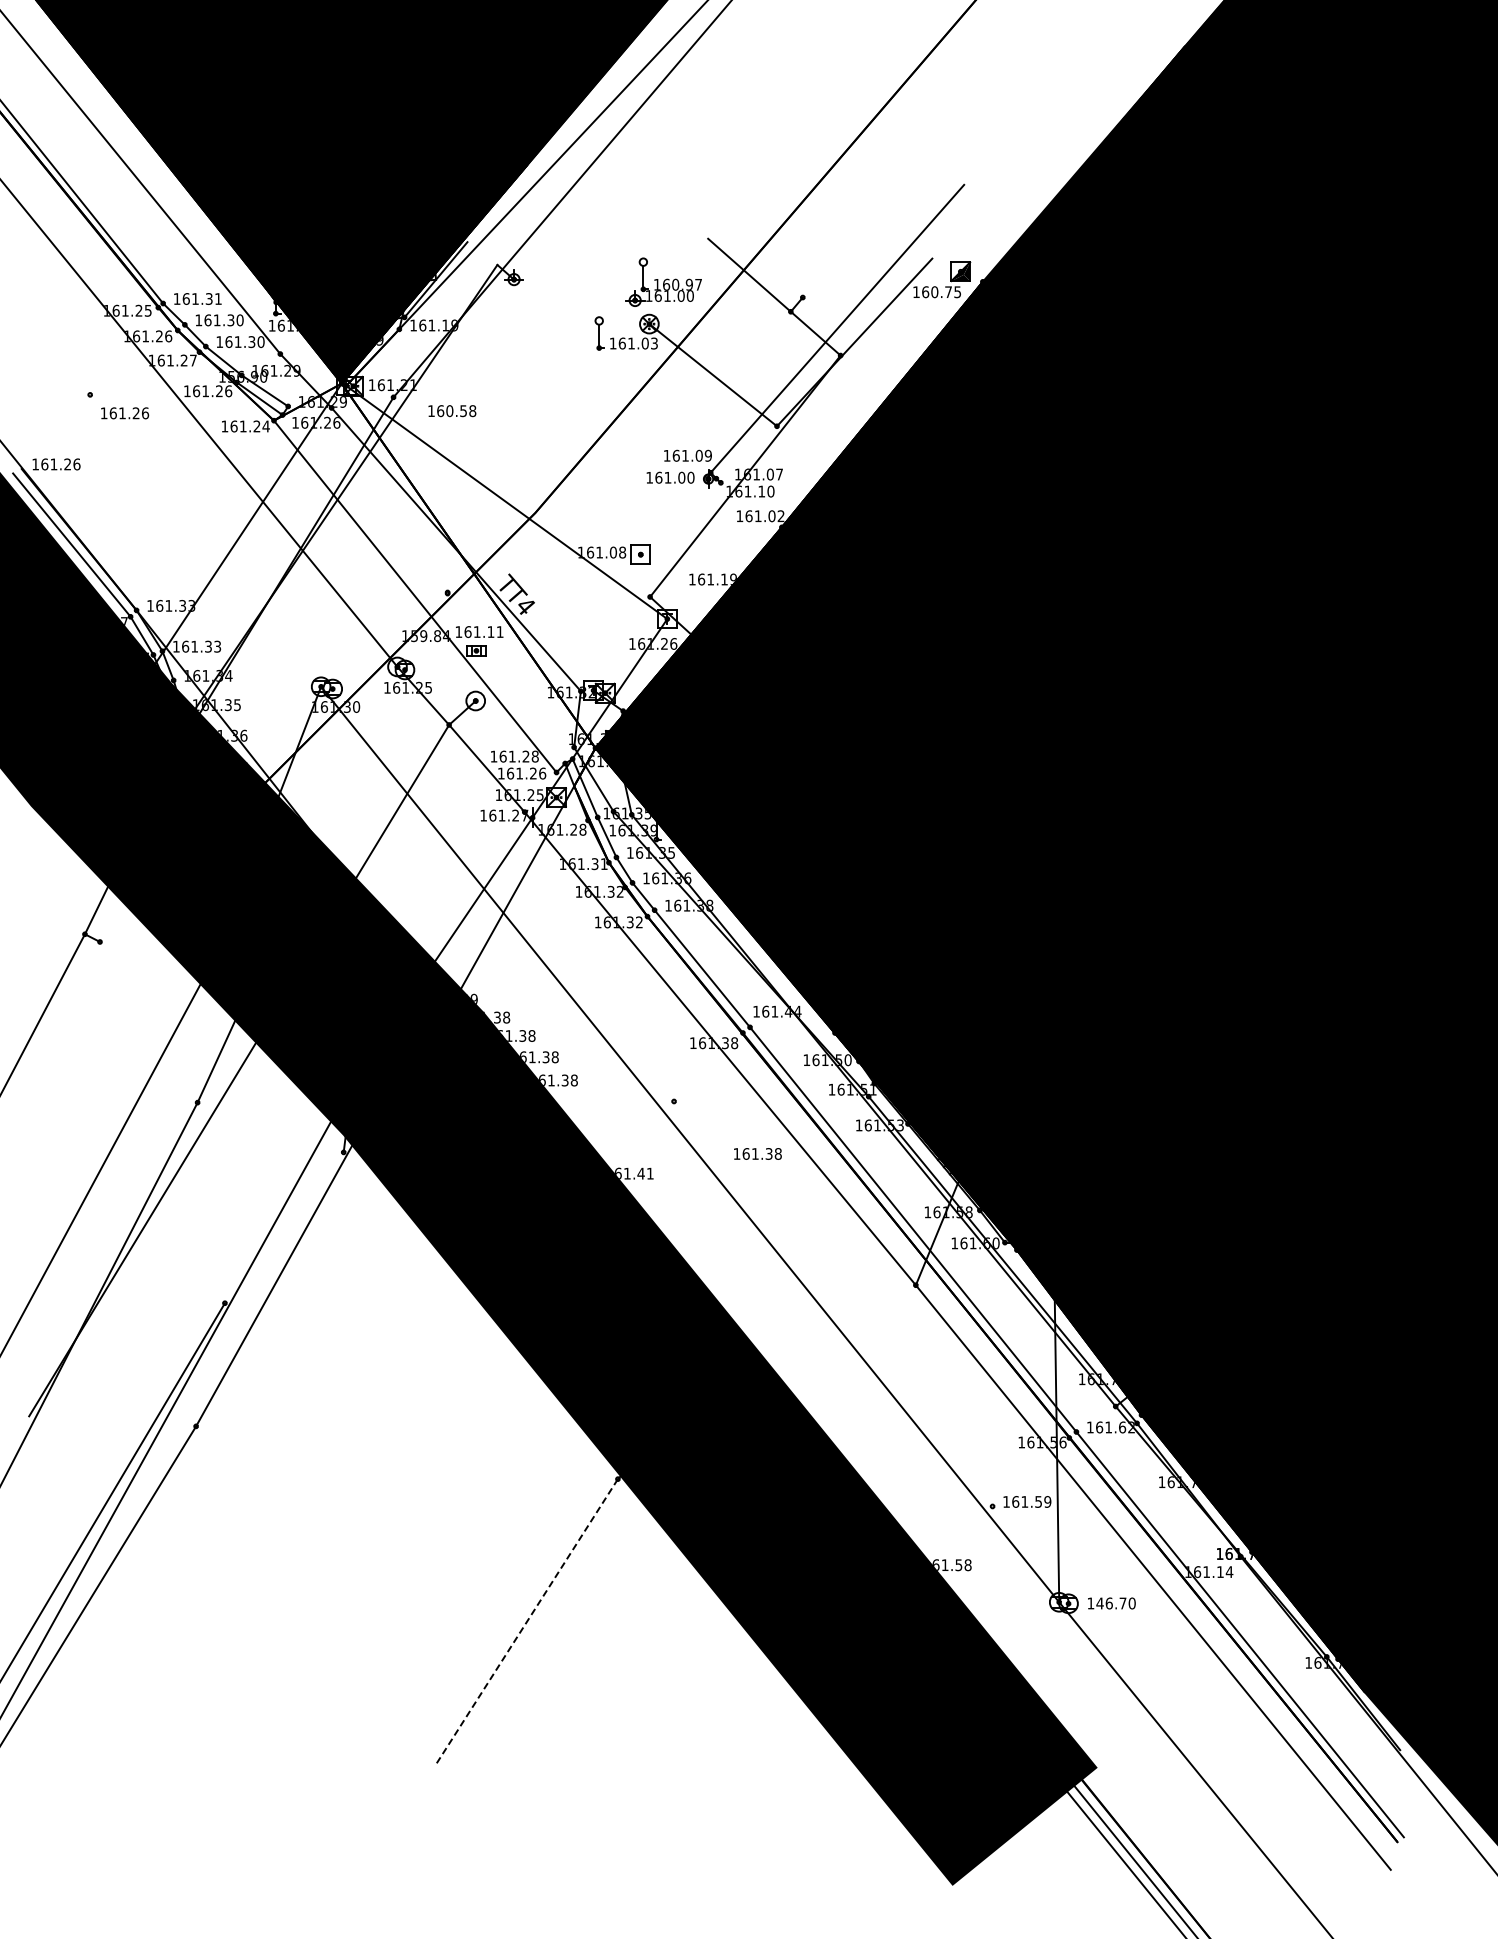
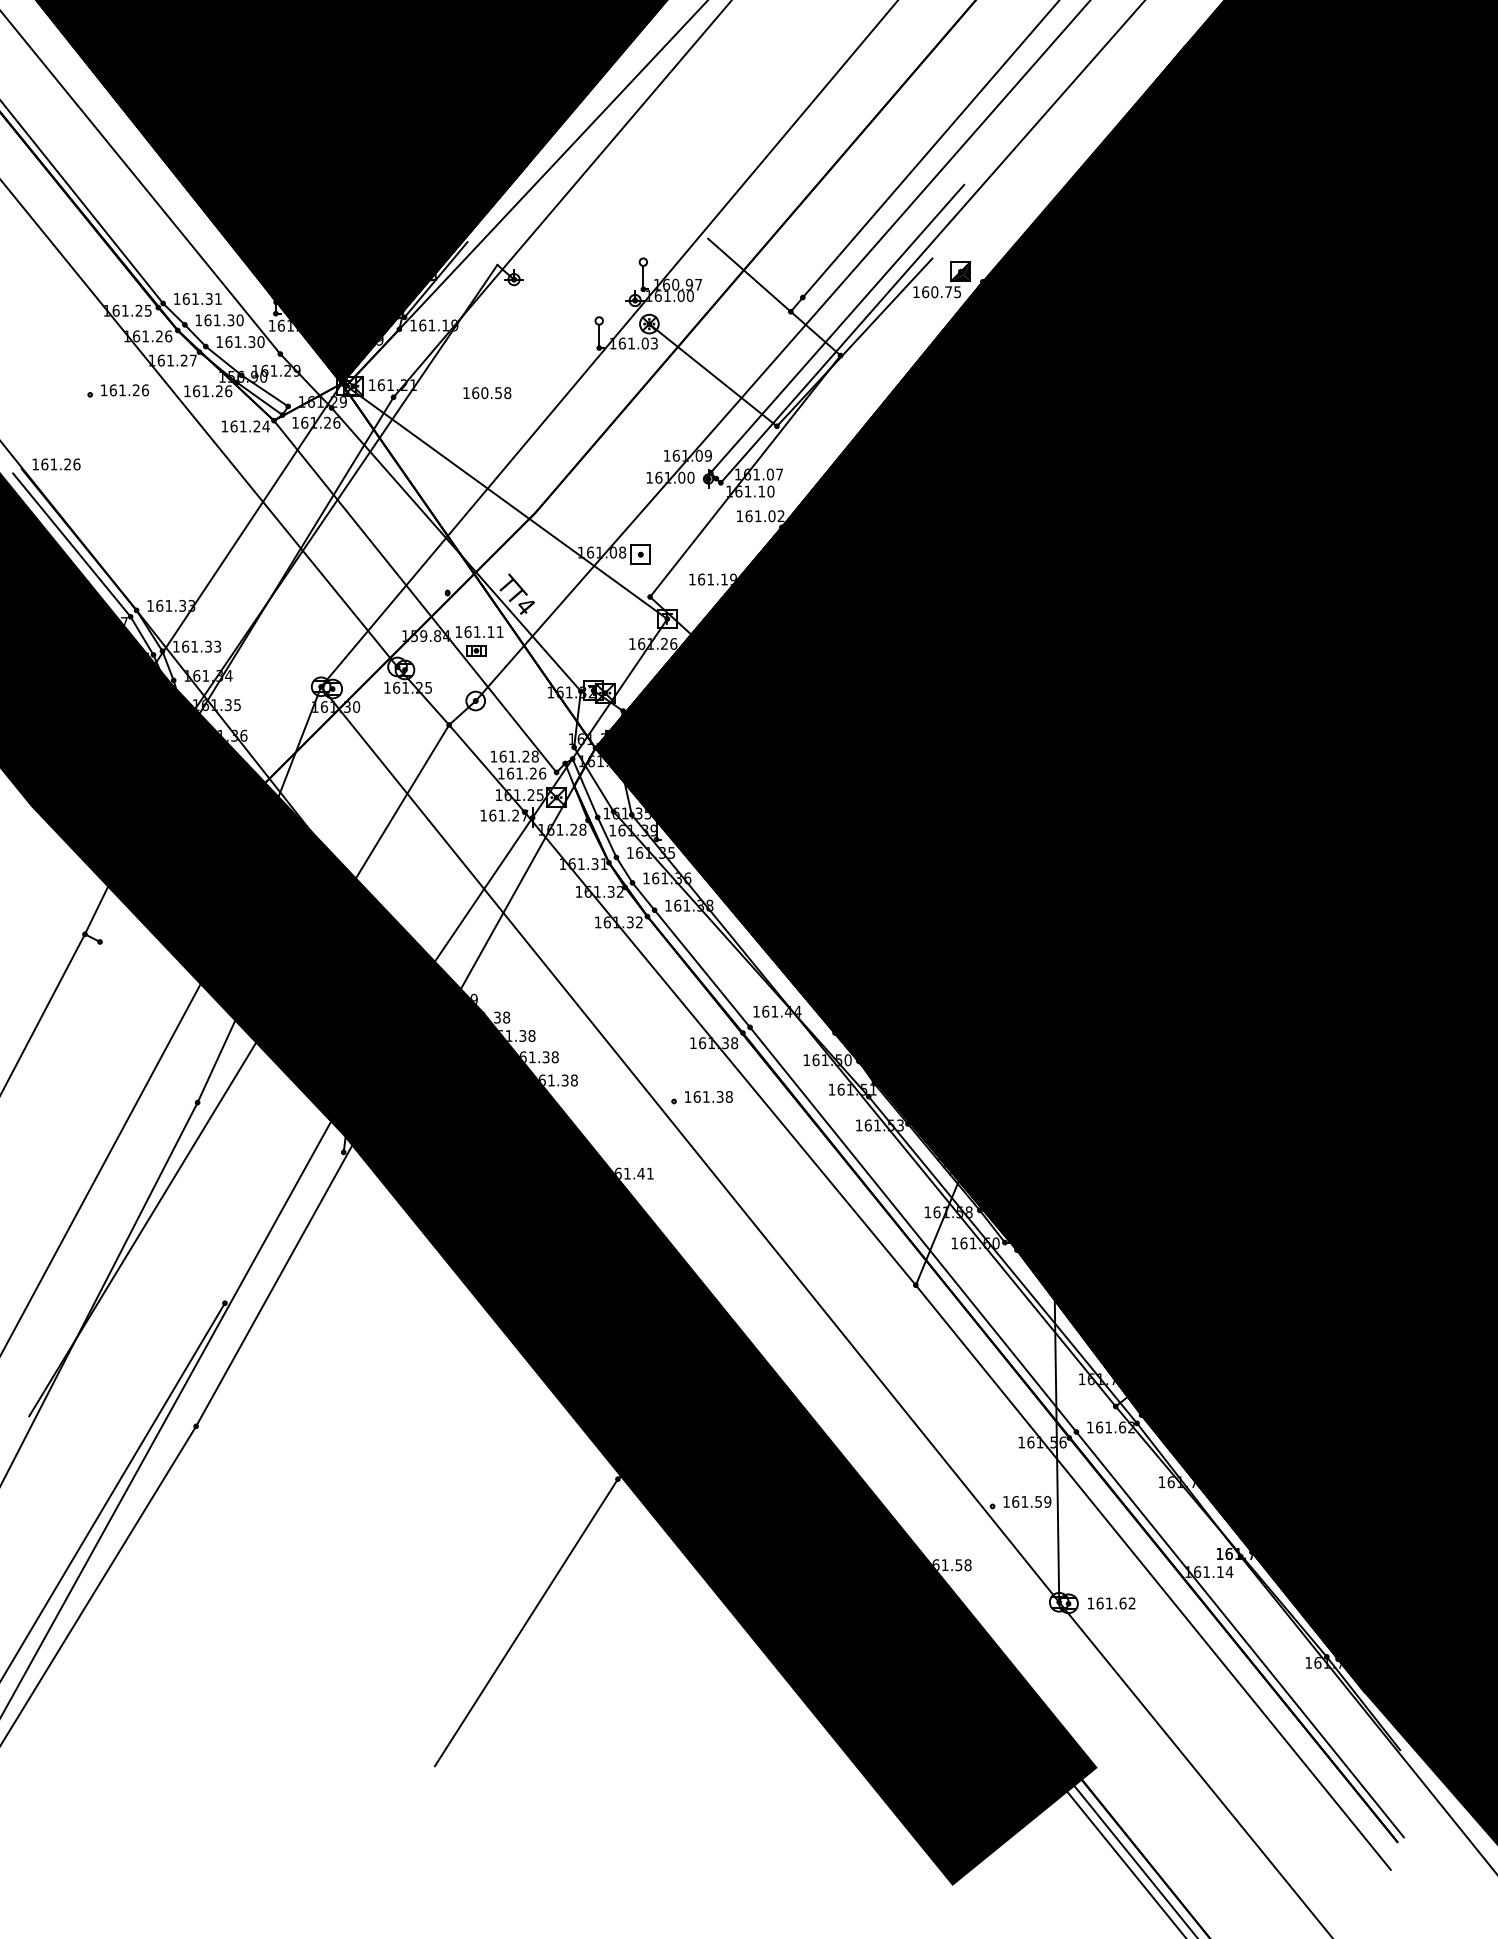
line at (929, 149): none -> present
line at (931, 242): none -> present
line at (608, 344): none -> present
line at (781, 351): none -> present
text at (452, 411) position: (452, 411) -> (487, 393)
text at (125, 413) position: (125, 413) -> (125, 390)
text at (757, 1153) position: (757, 1153) -> (708, 1096)
text at (1115, 1603): 146.70 -> 161.62
line at (526, 1623): dashed -> solid
